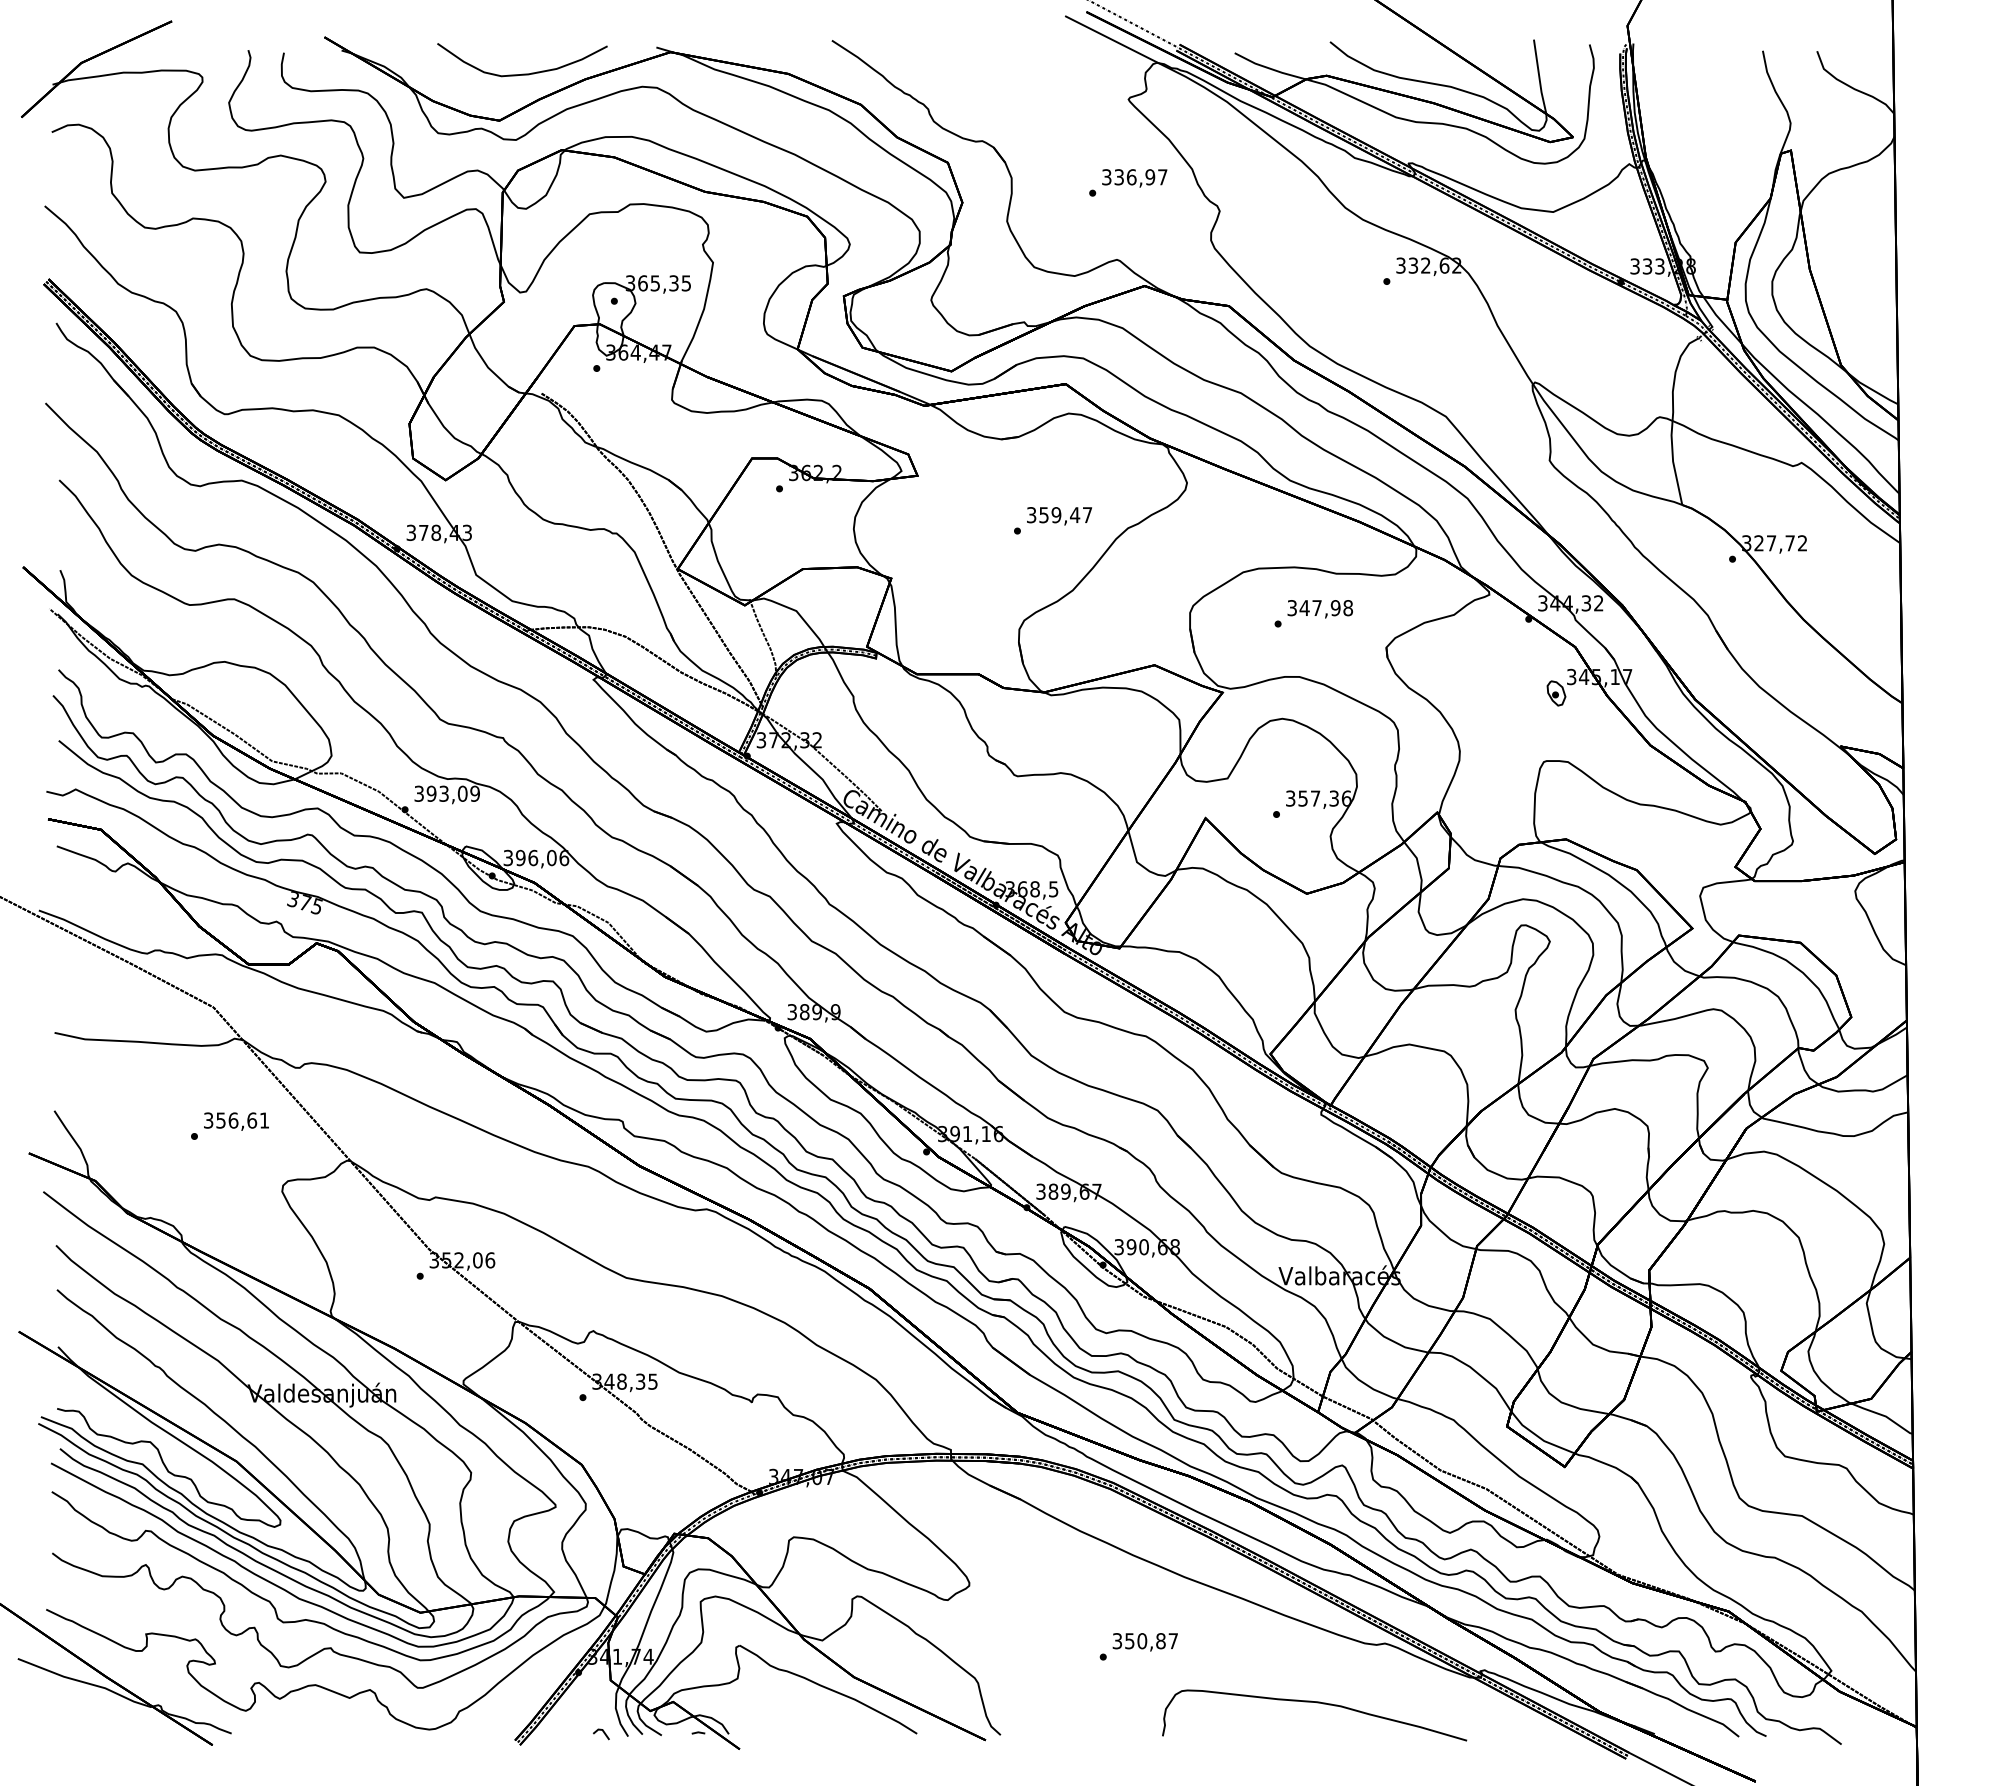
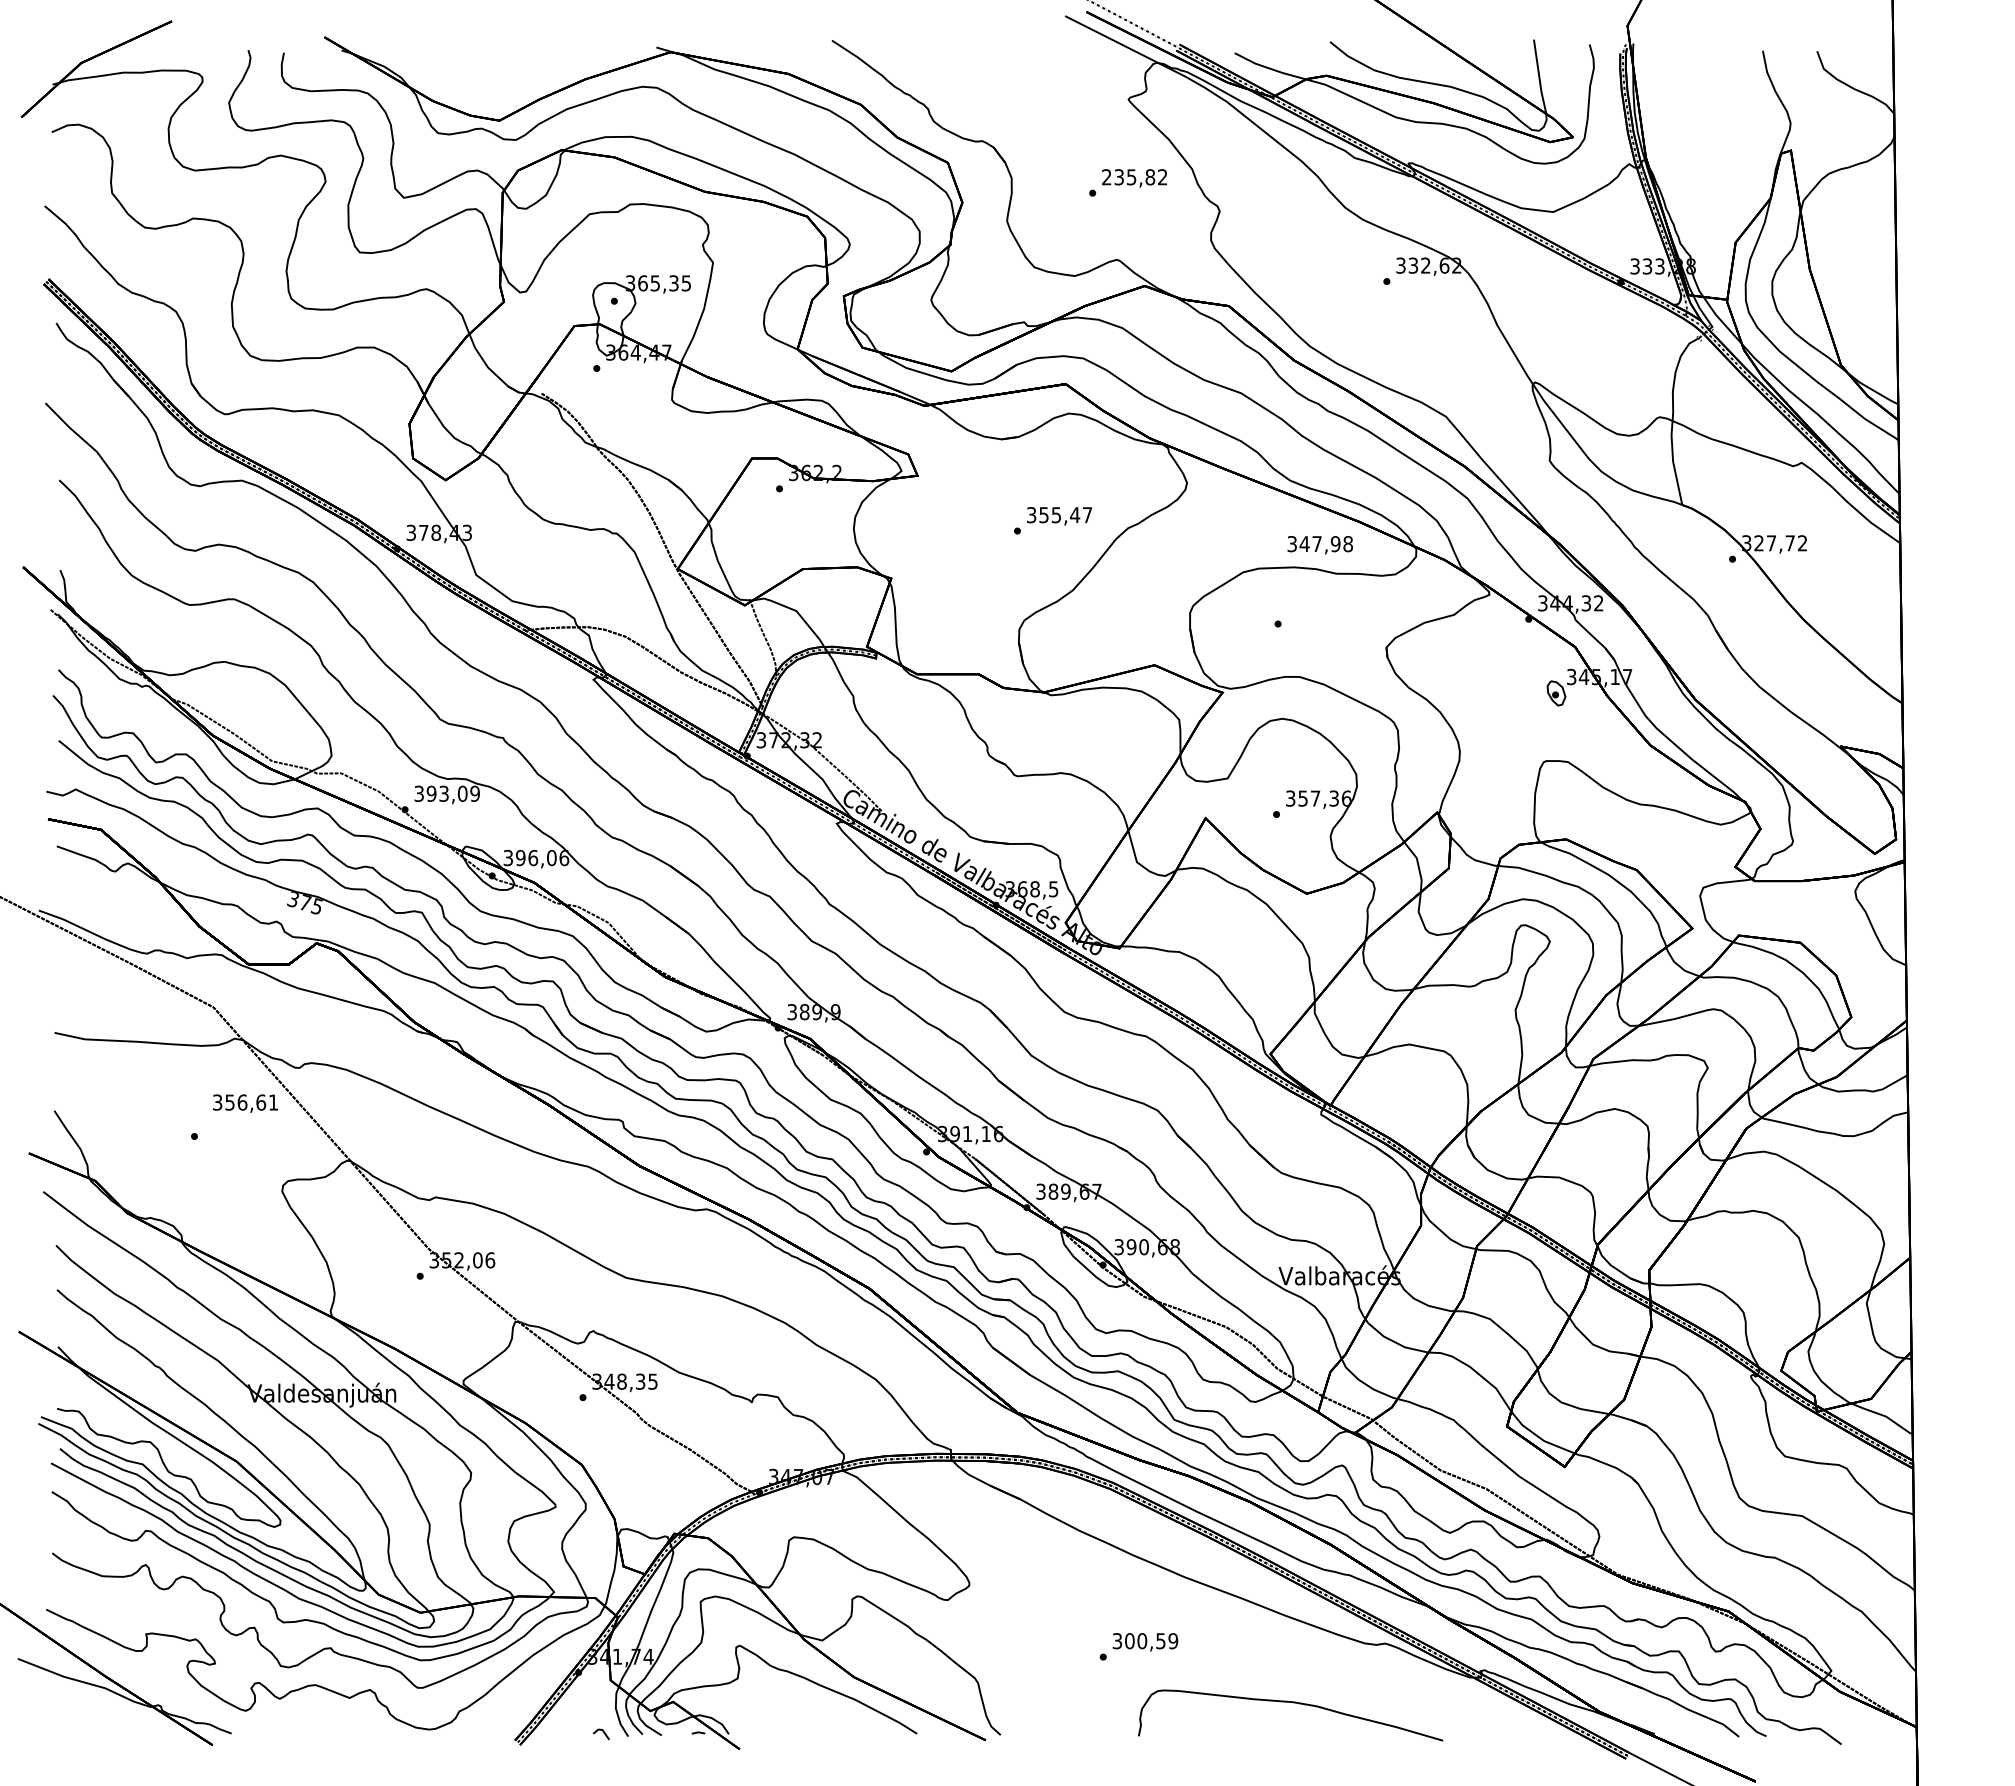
curve at (522, 73): present -> none
text at (1134, 177): 336,97 -> 235,82
text at (1056, 514): 359,47 -> 355,47
text at (1319, 609) position: (1319, 609) -> (1319, 545)
text at (236, 1121) position: (236, 1121) -> (245, 1103)
text at (1151, 1641): 350,87 -> 300,59
curve at (1316, 1703) position: (1316, 1703) -> (1292, 1703)
